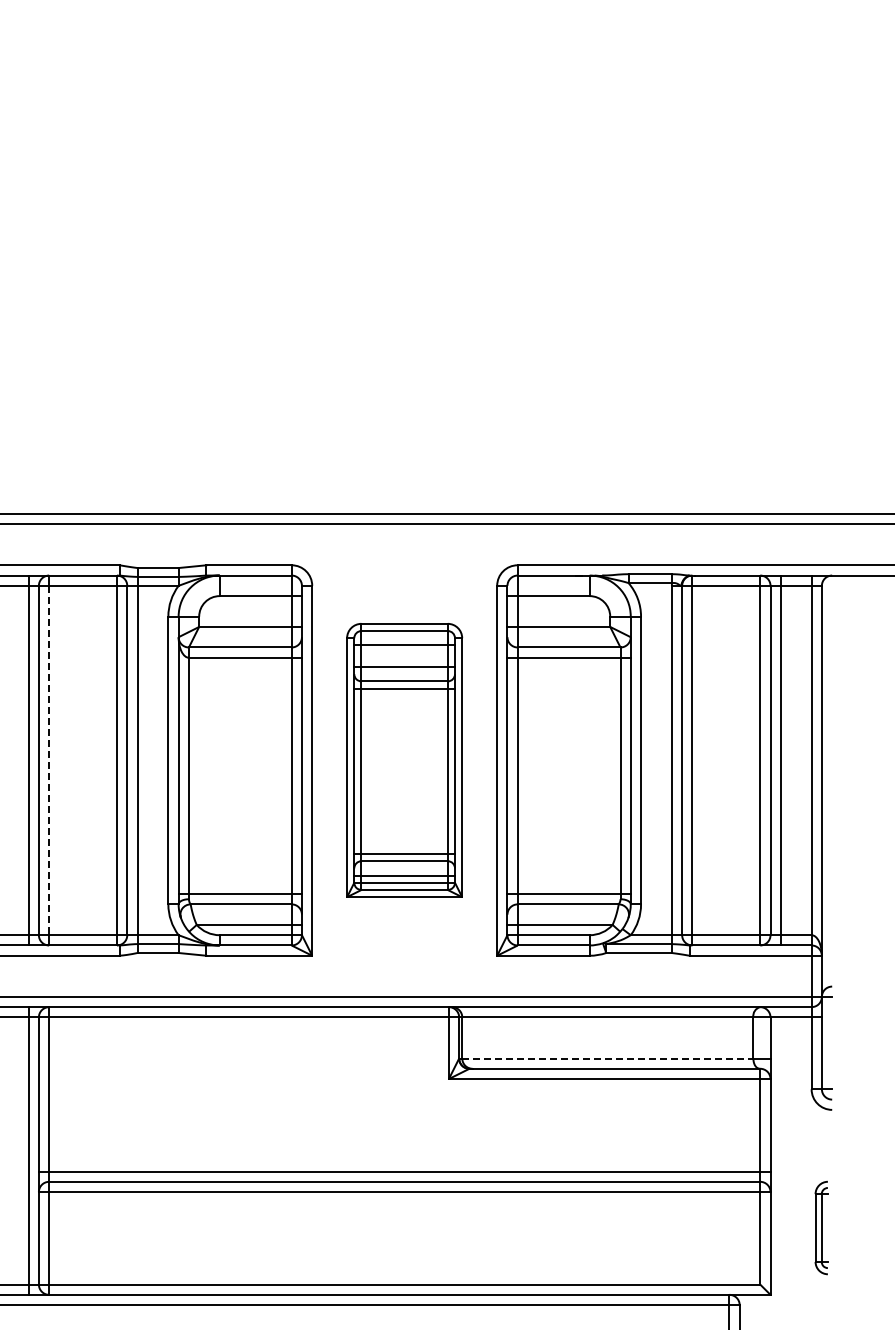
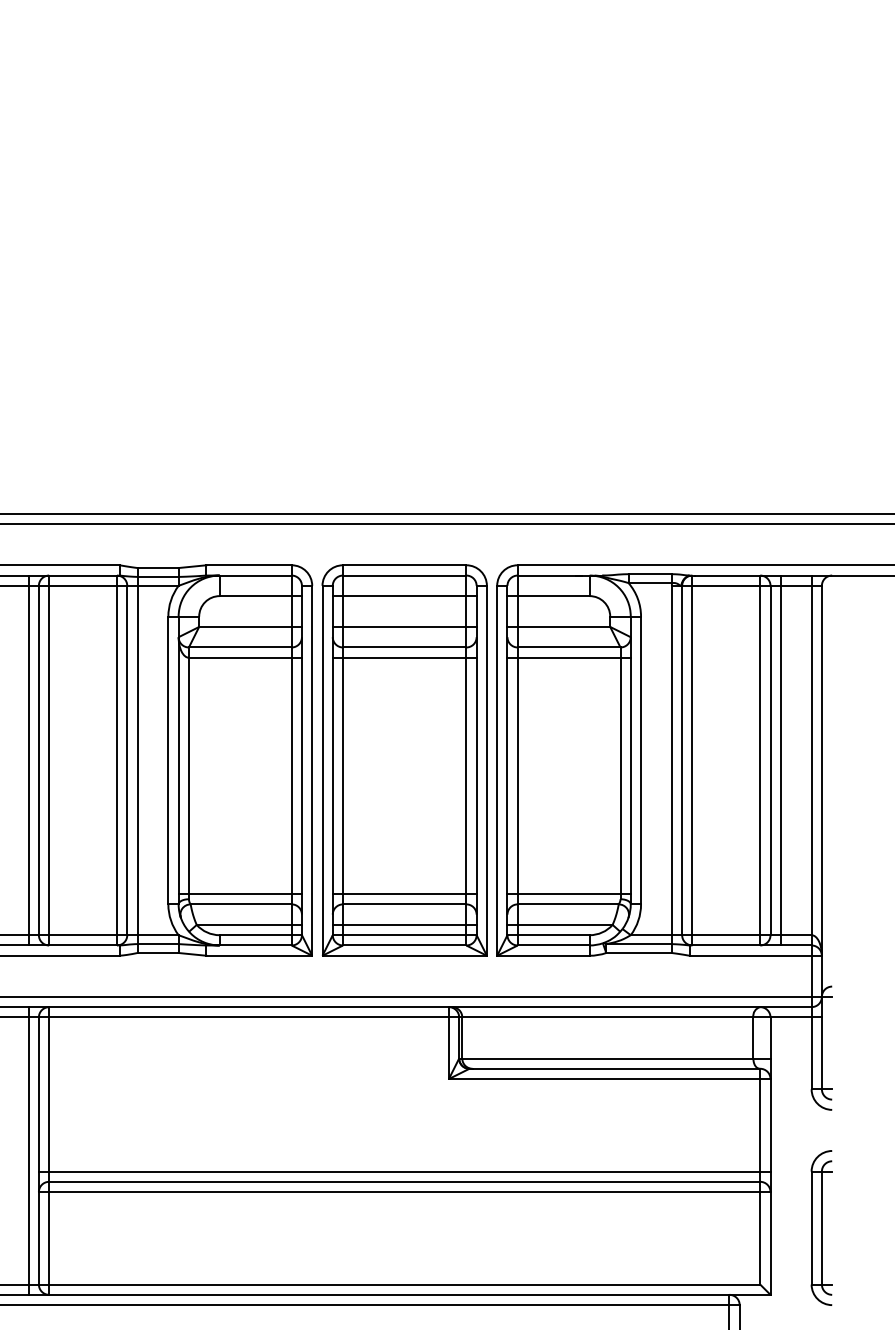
line at (49, 760): dashed -> solid
part at (404, 760) size: 118x275 px -> 167x393 px
line at (607, 1058): dashed -> solid
part at (821, 1227) size: 15x96 px -> 23x156 px
